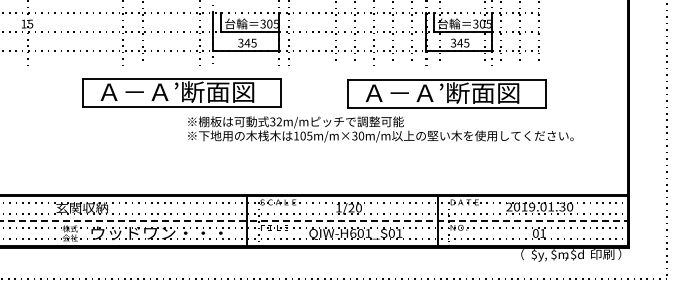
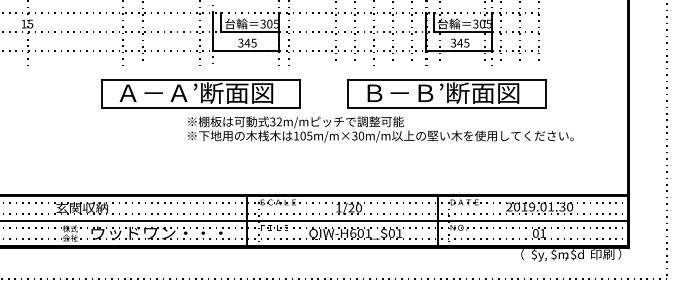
part at (181, 92) position: (181, 92) -> (200, 93)
text at (399, 92): Ａ－Ａ’断面図 -> Ｂ－Ｂ’断面図
line at (314, 221): dashed -> solid
